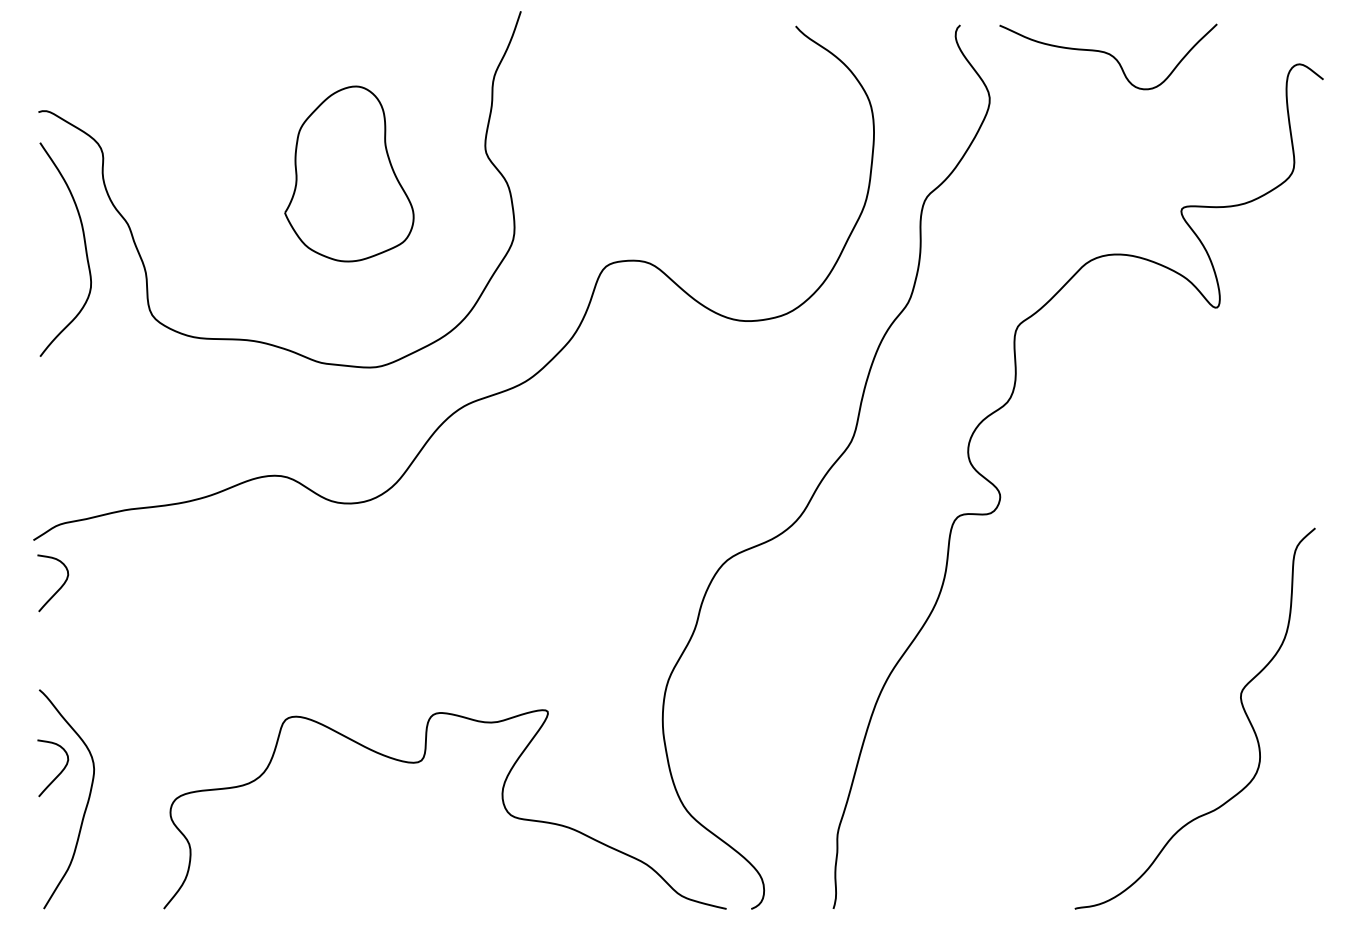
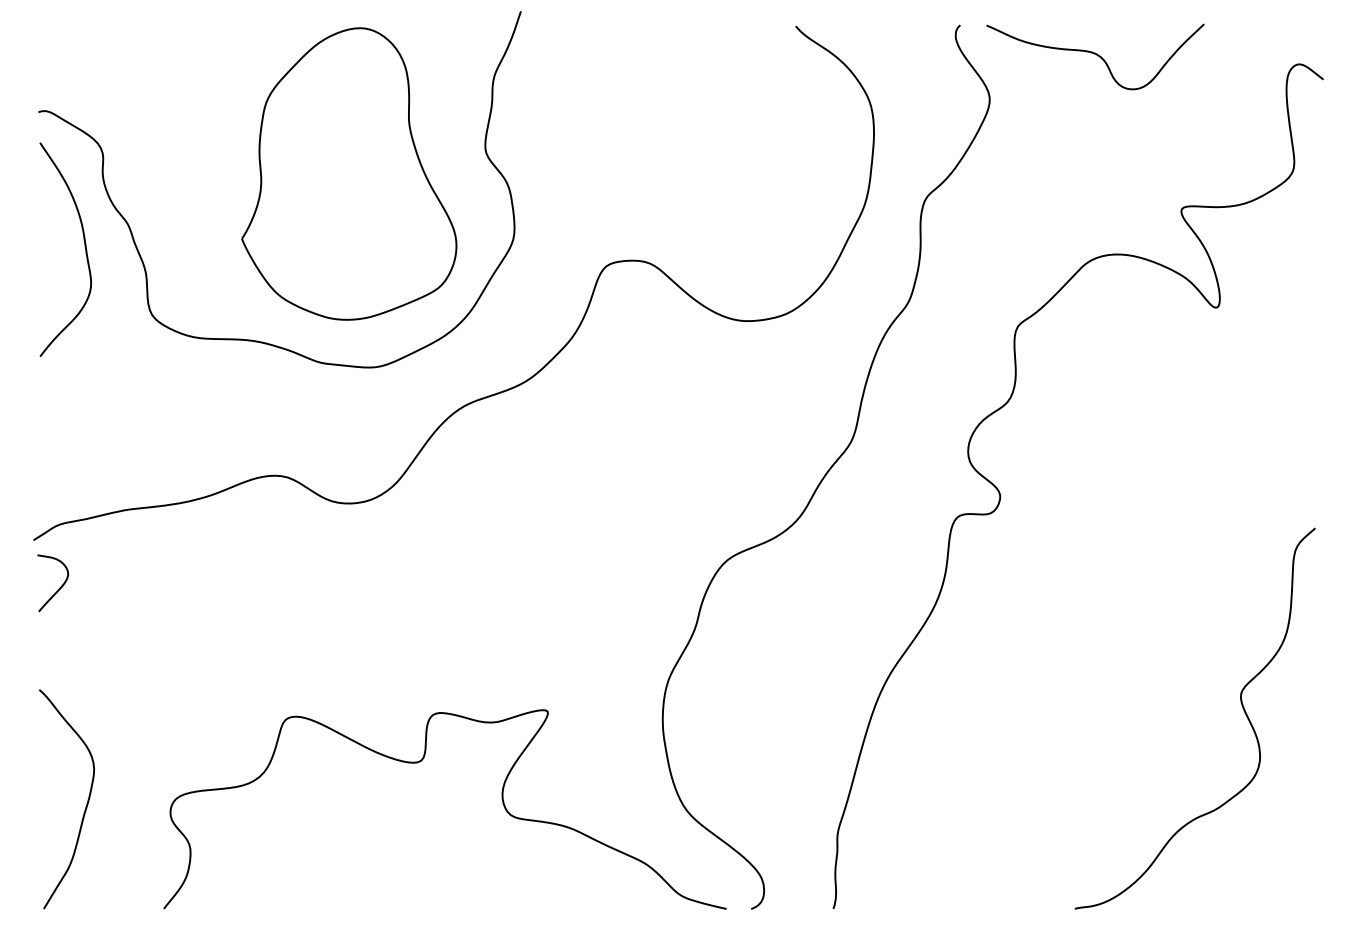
curve at (1109, 55) position: (1109, 55) -> (1096, 55)
part at (349, 173) size: 131x178 px -> 217x294 px
curve at (58, 773): present -> none
